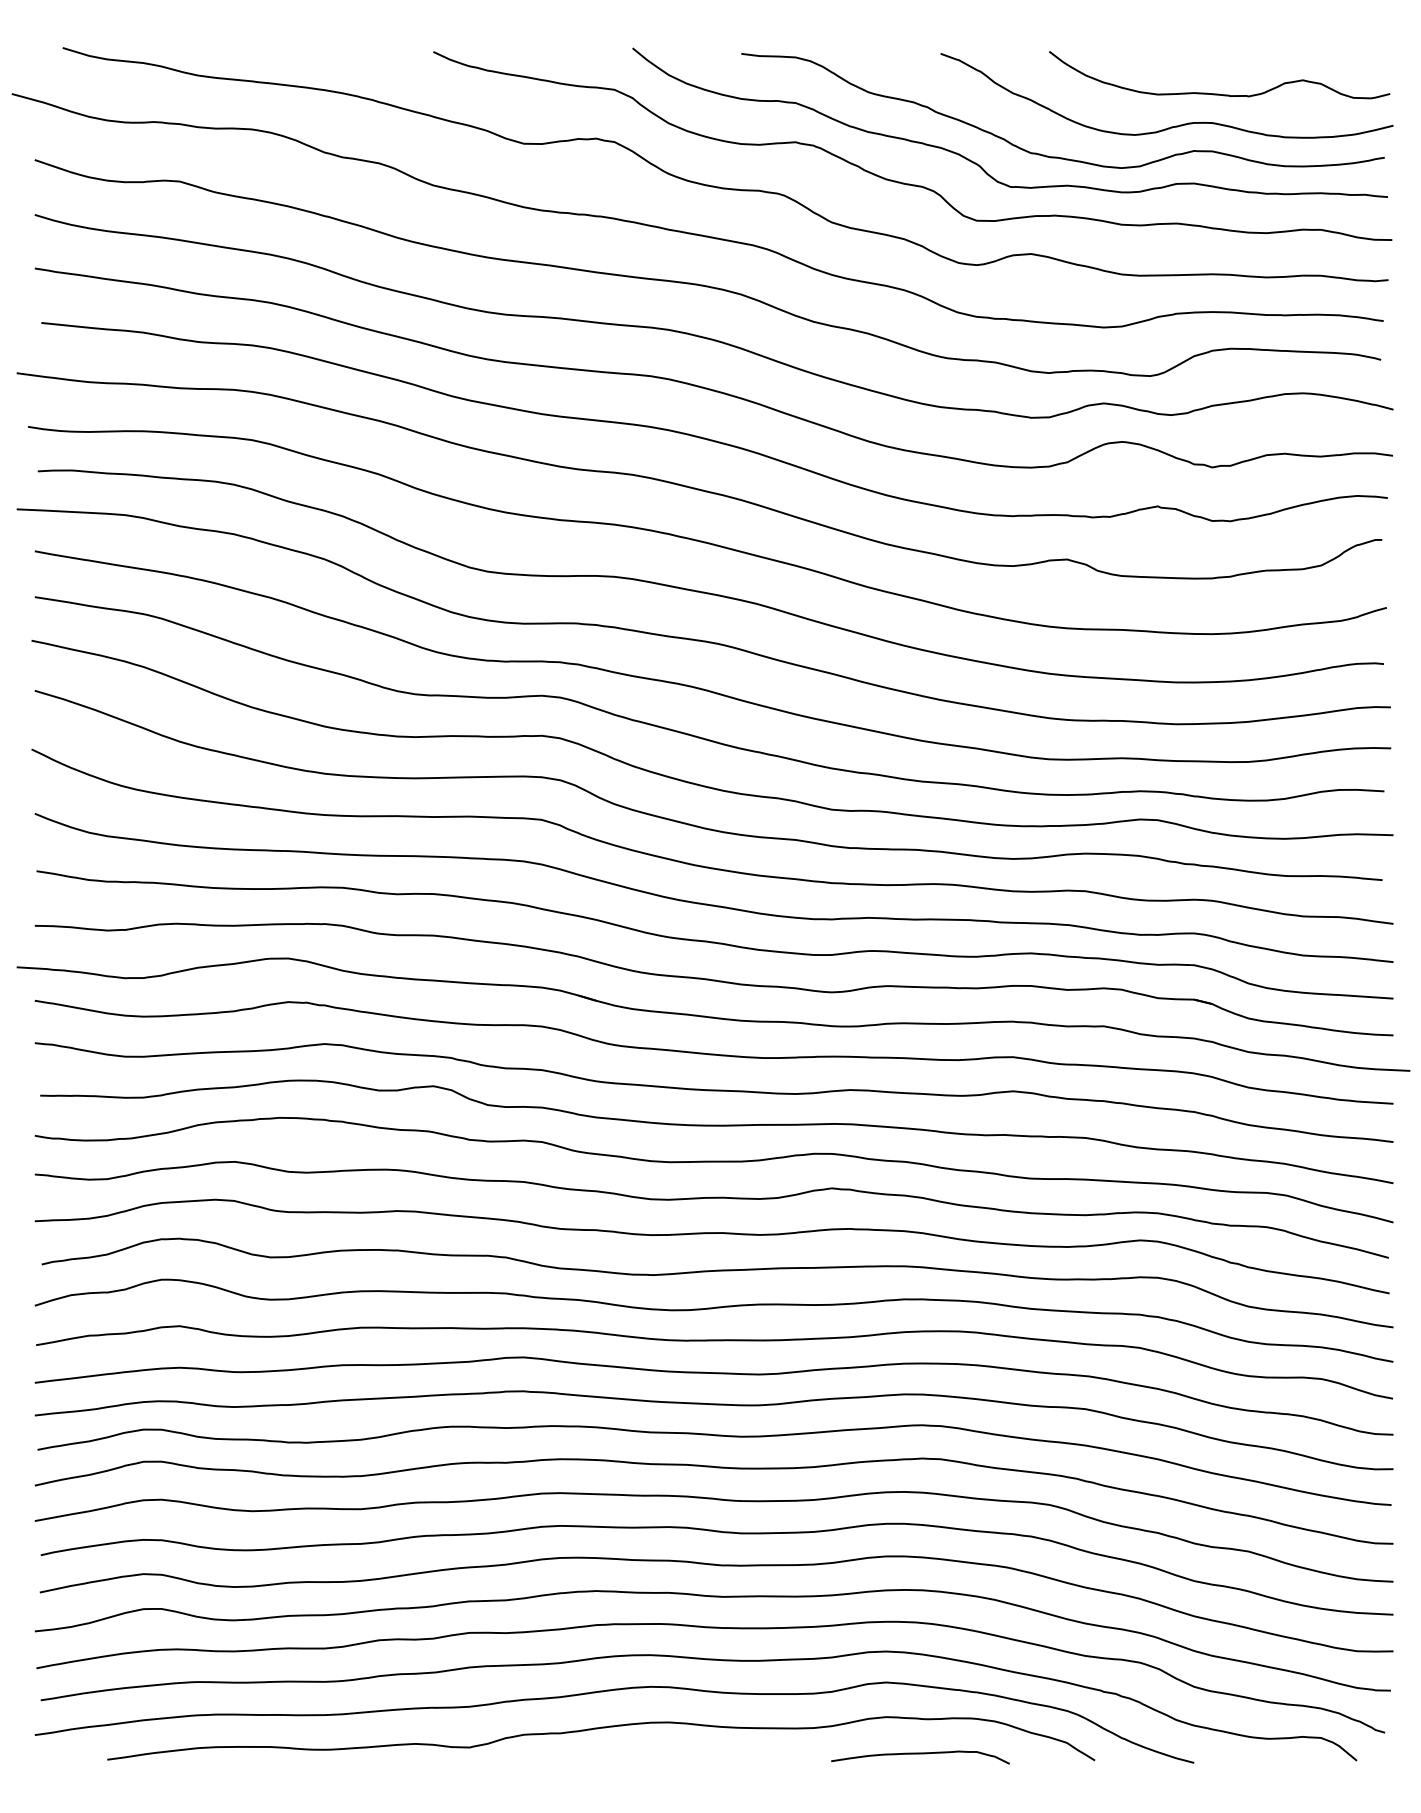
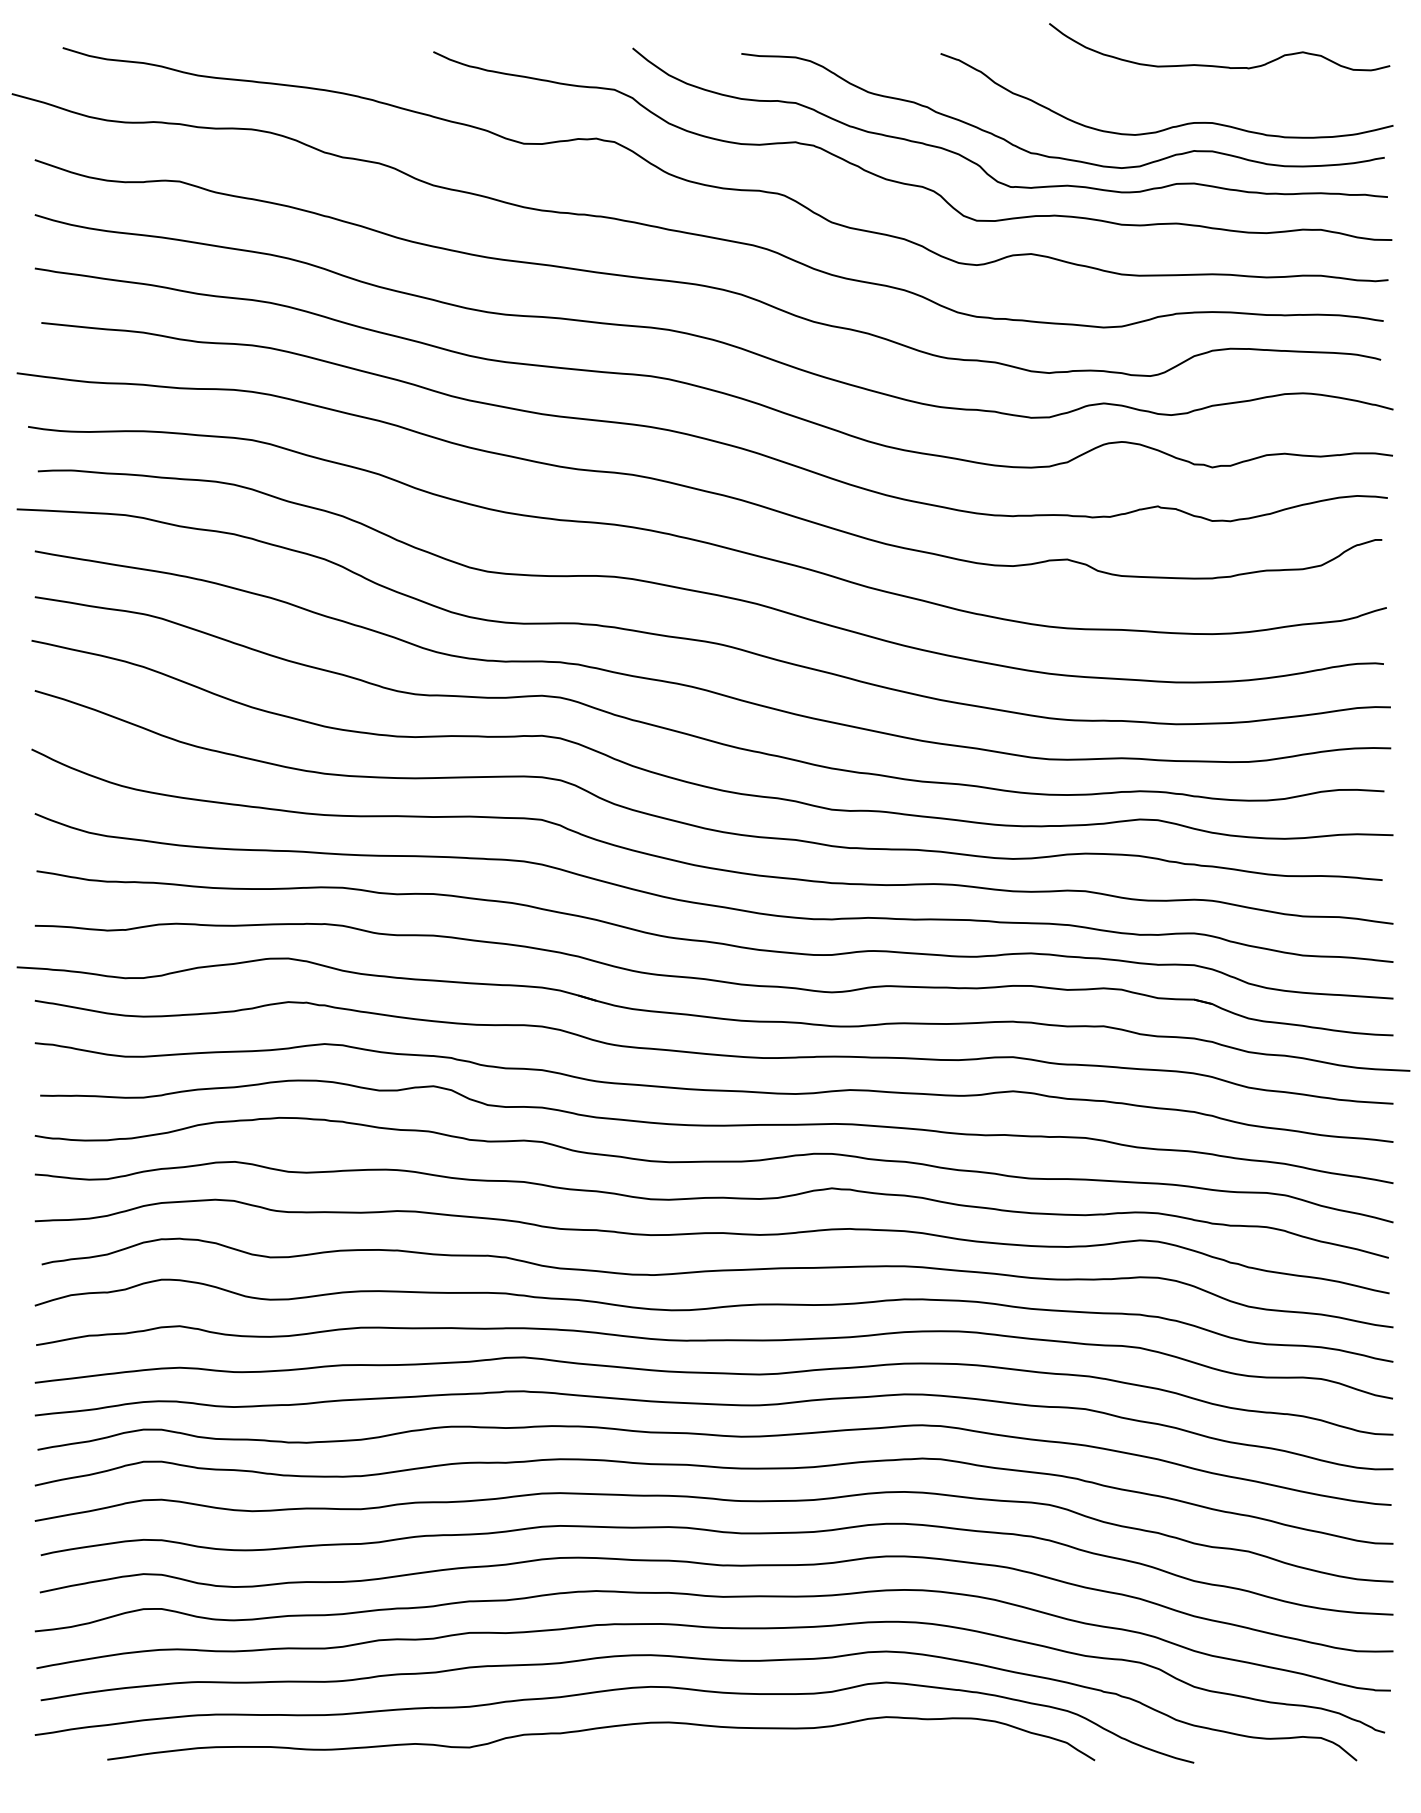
curve at (1219, 93) position: (1219, 93) -> (1219, 65)
curve at (920, 1754): present -> none
